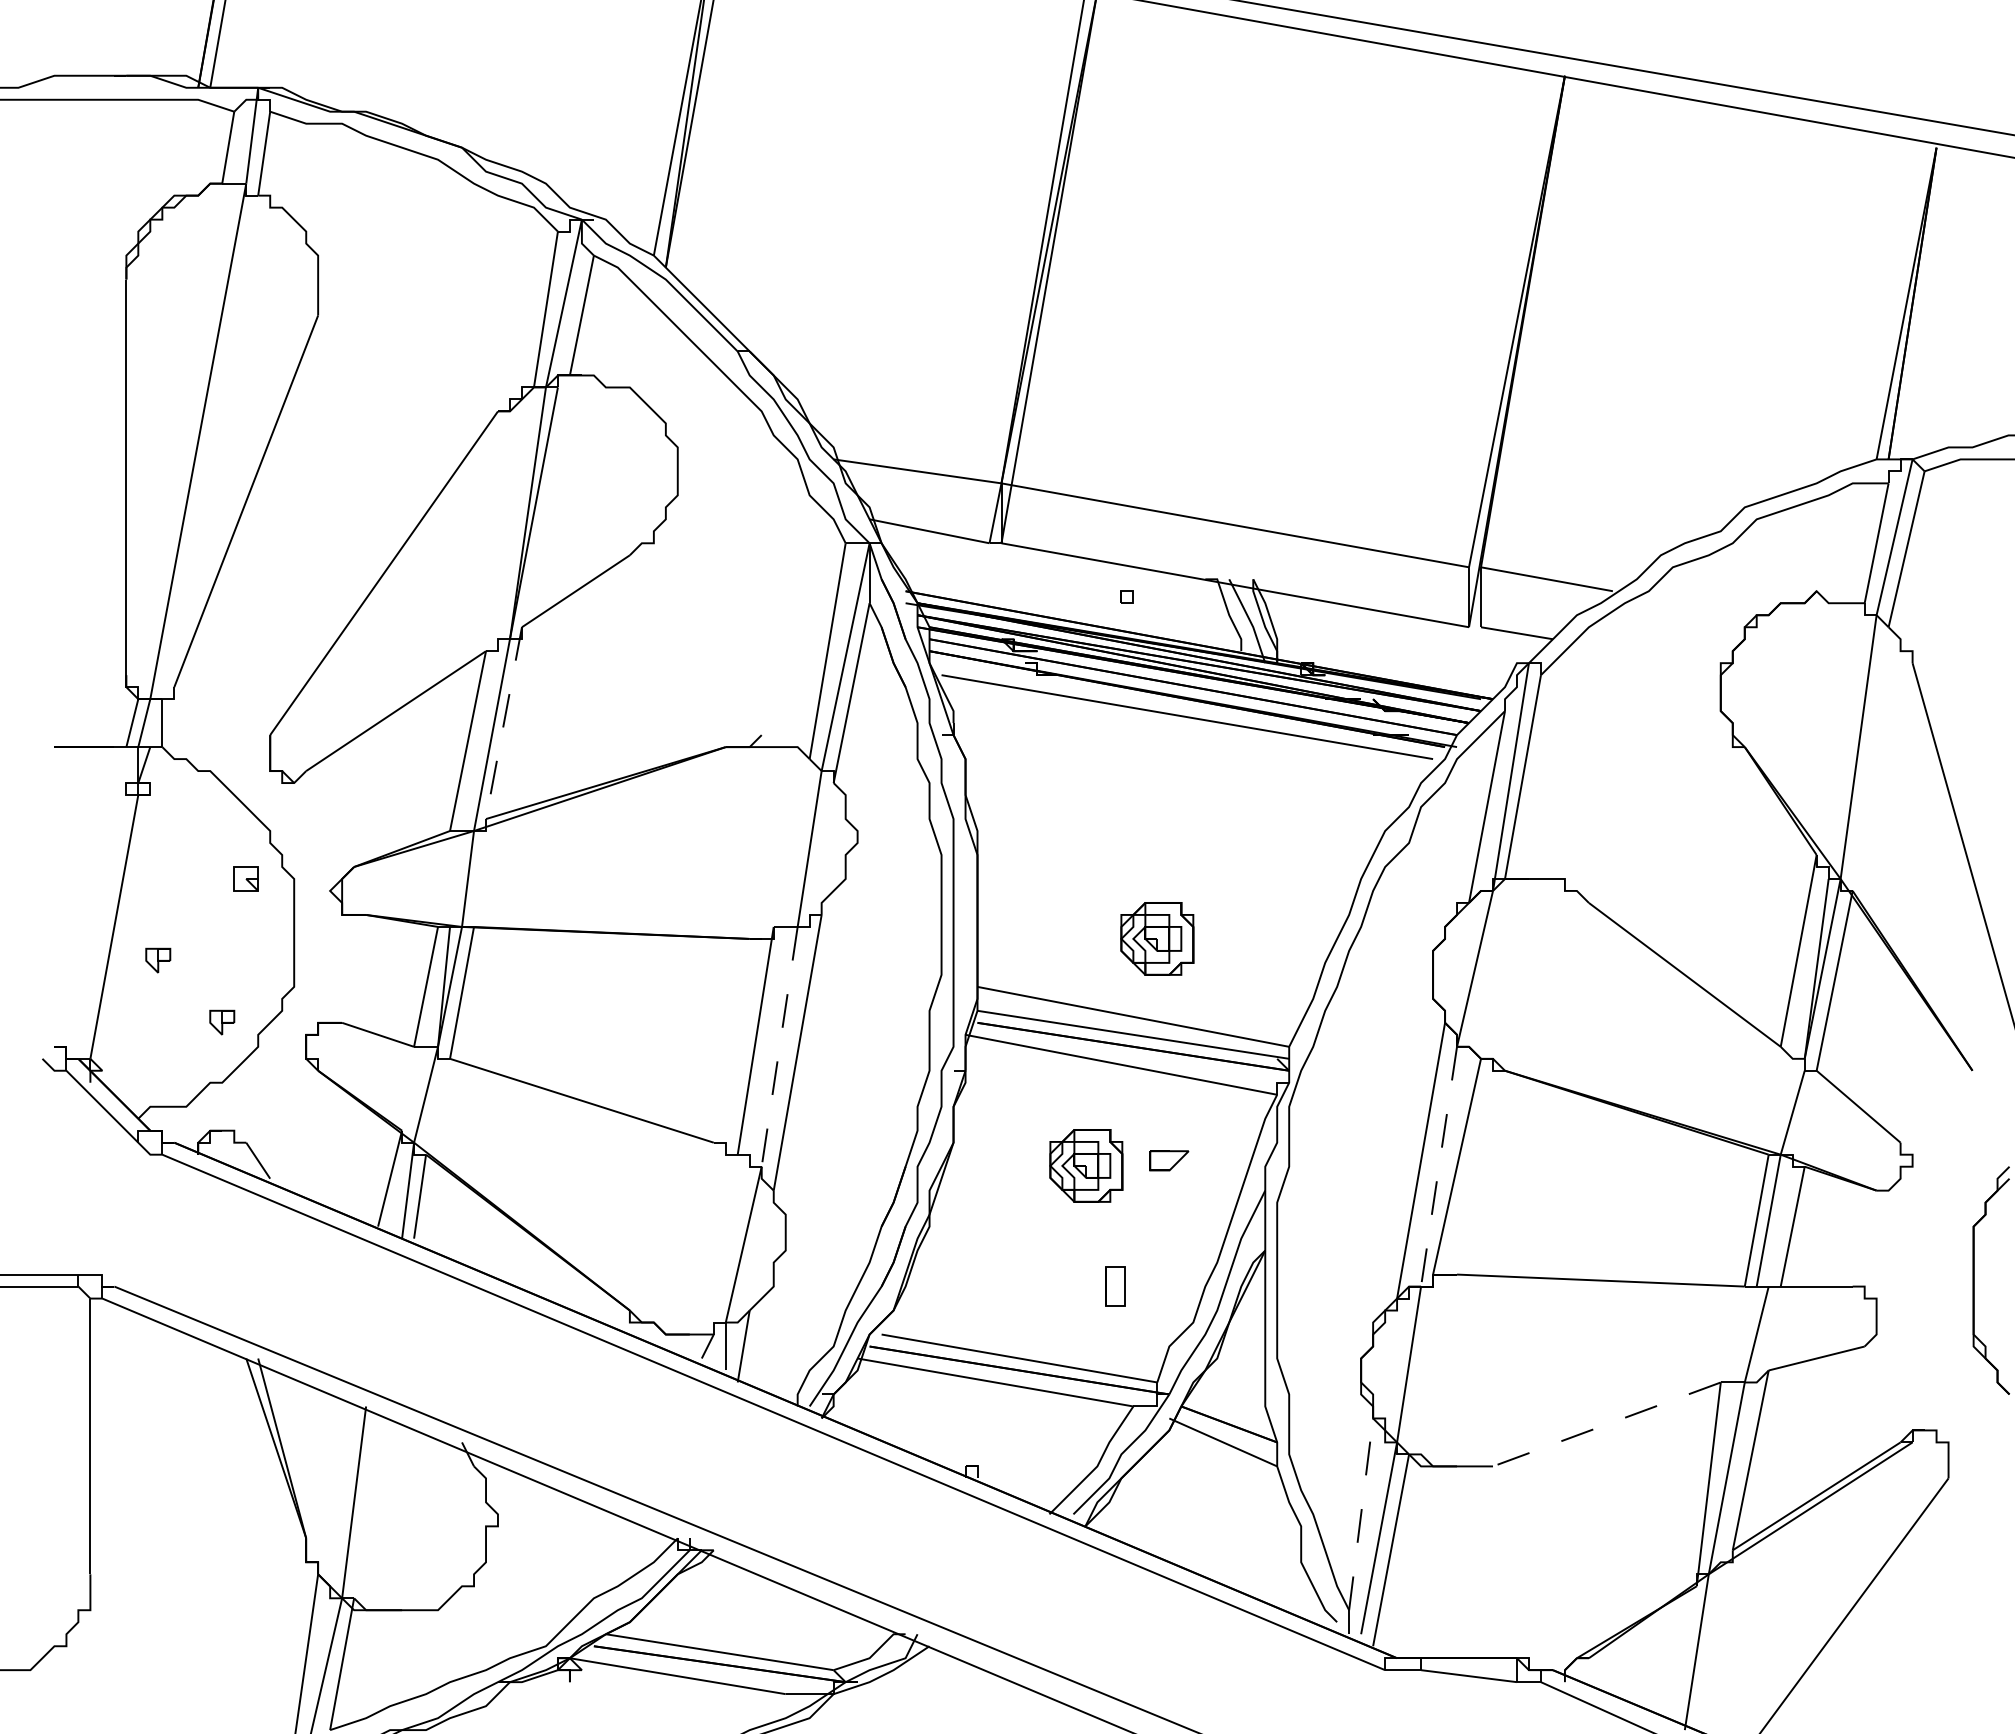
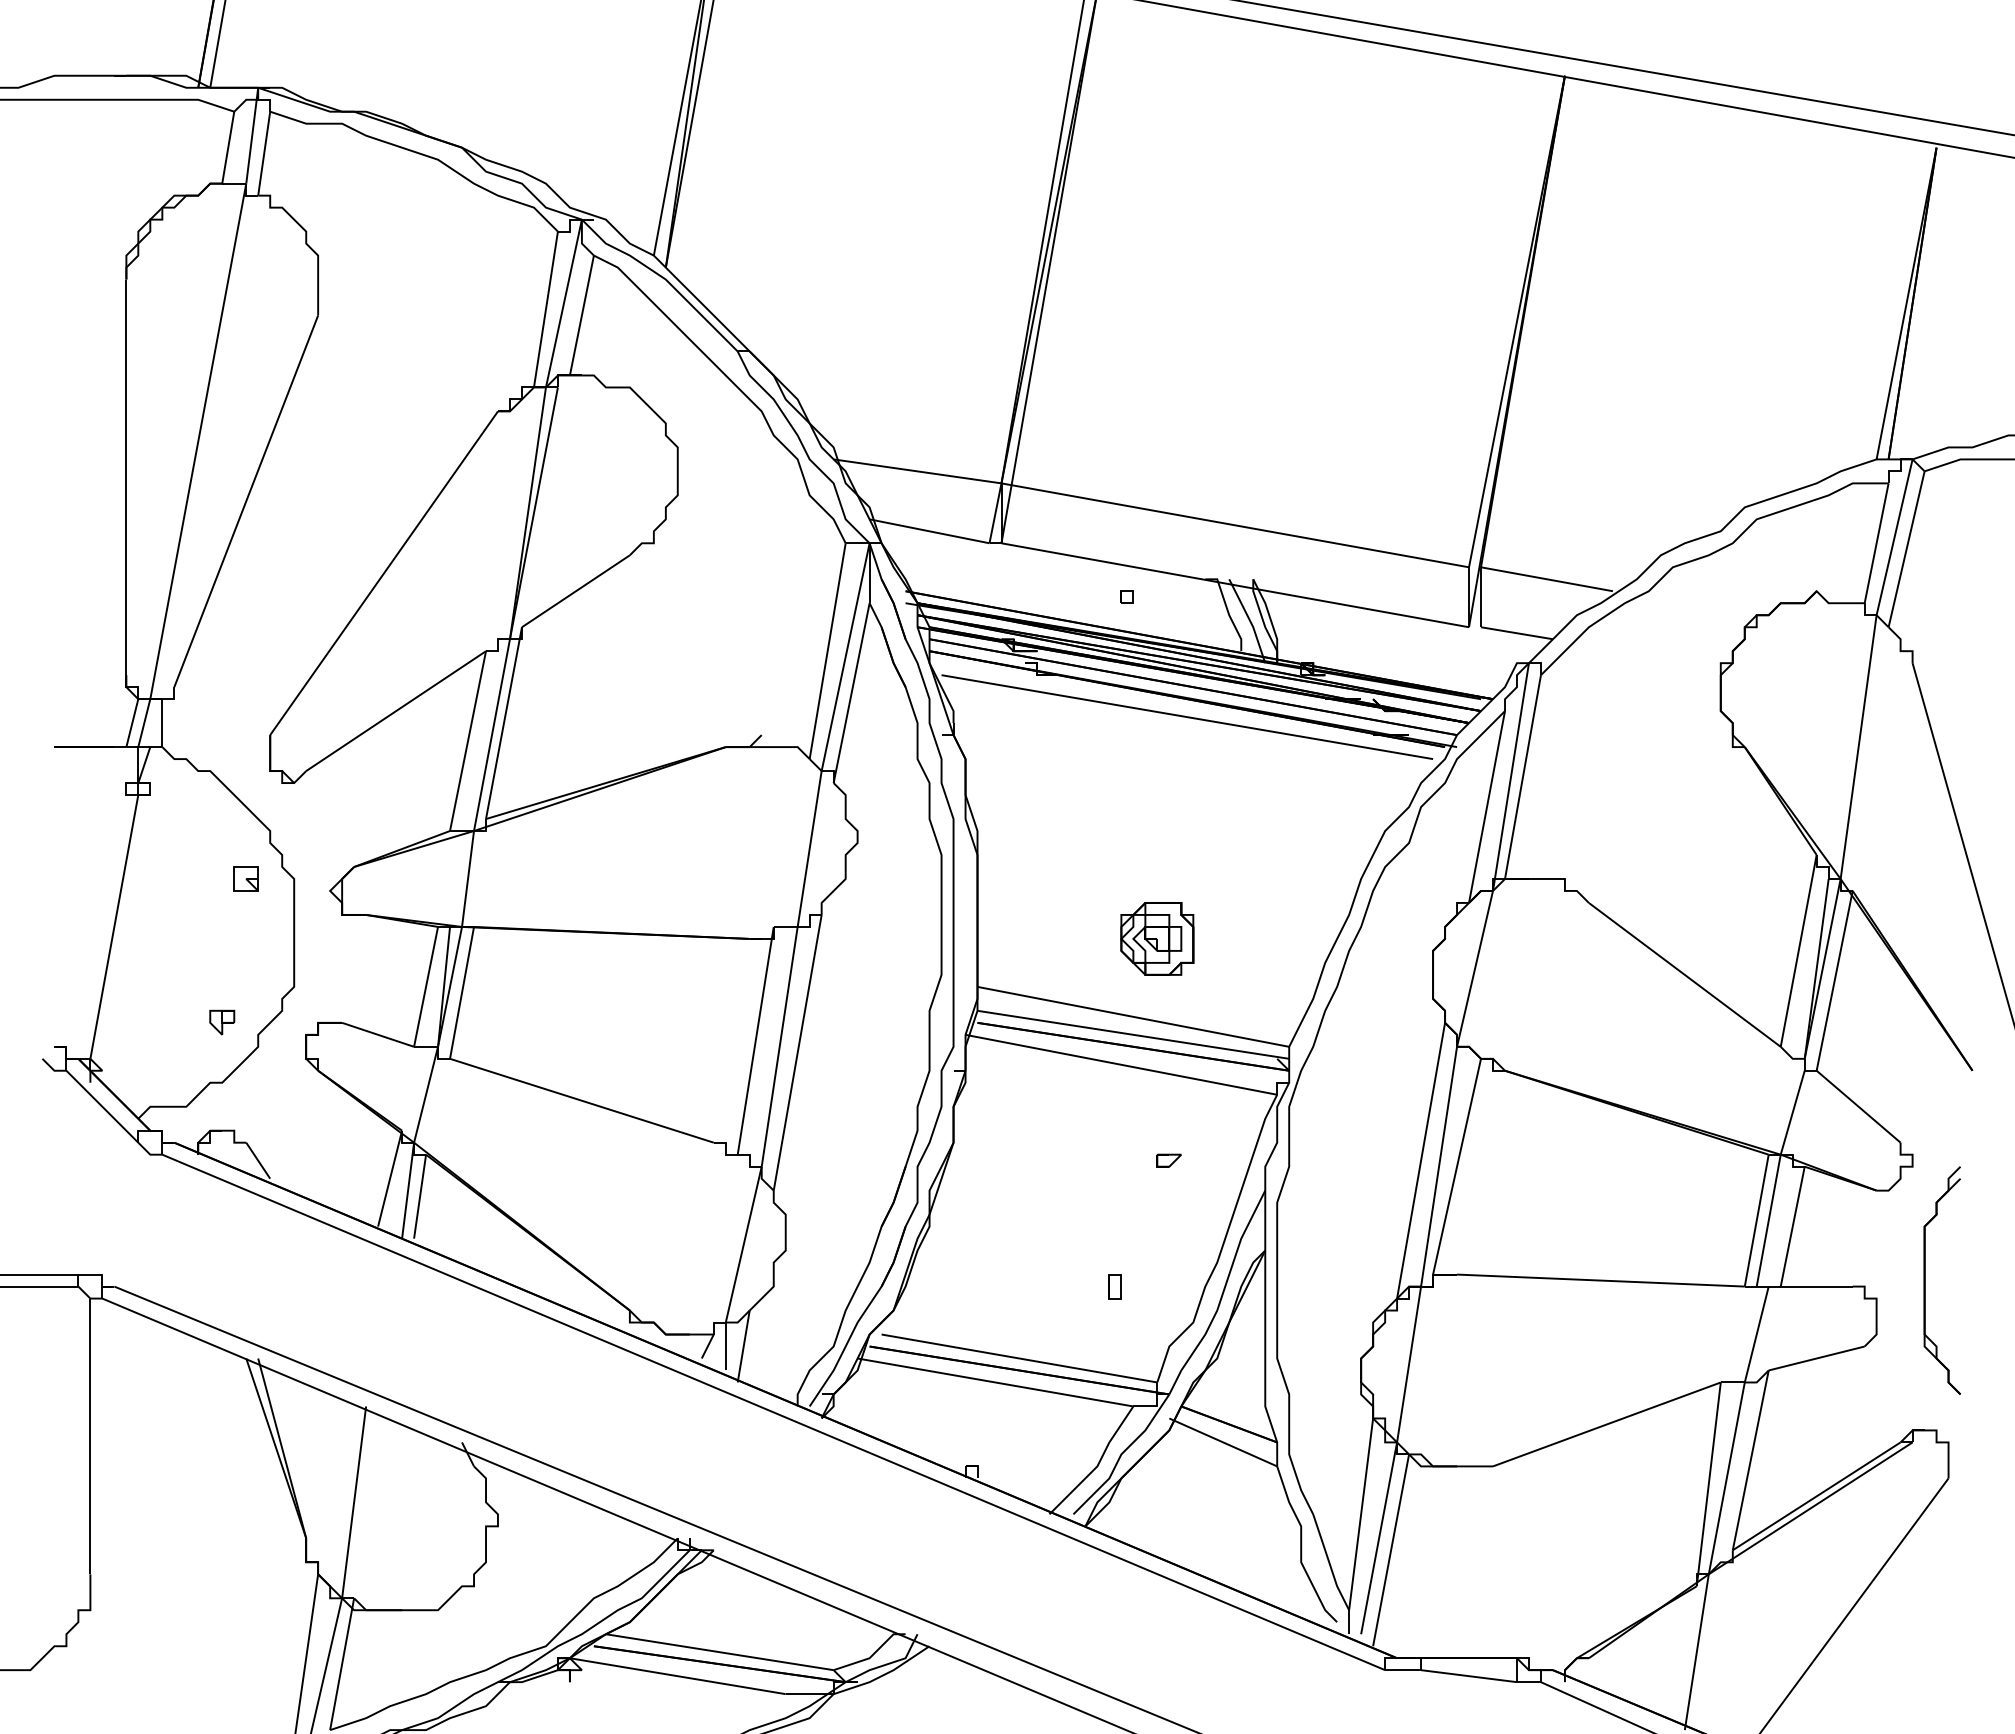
line at (504, 723): dashed -> solid
part at (158, 960): present -> none
line at (779, 1047): dashed -> solid
part at (1169, 1160) size: 41x22 px -> 26x15 px
part at (1086, 1165): present -> none
line at (1438, 1167): dashed -> solid
part at (1974, 1280) position: (1974, 1280) -> (1925, 1280)
part at (1115, 1286) size: 21x41 px -> 14x26 px
line at (1606, 1424): dashed -> solid
line at (1361, 1514): dashed -> solid
